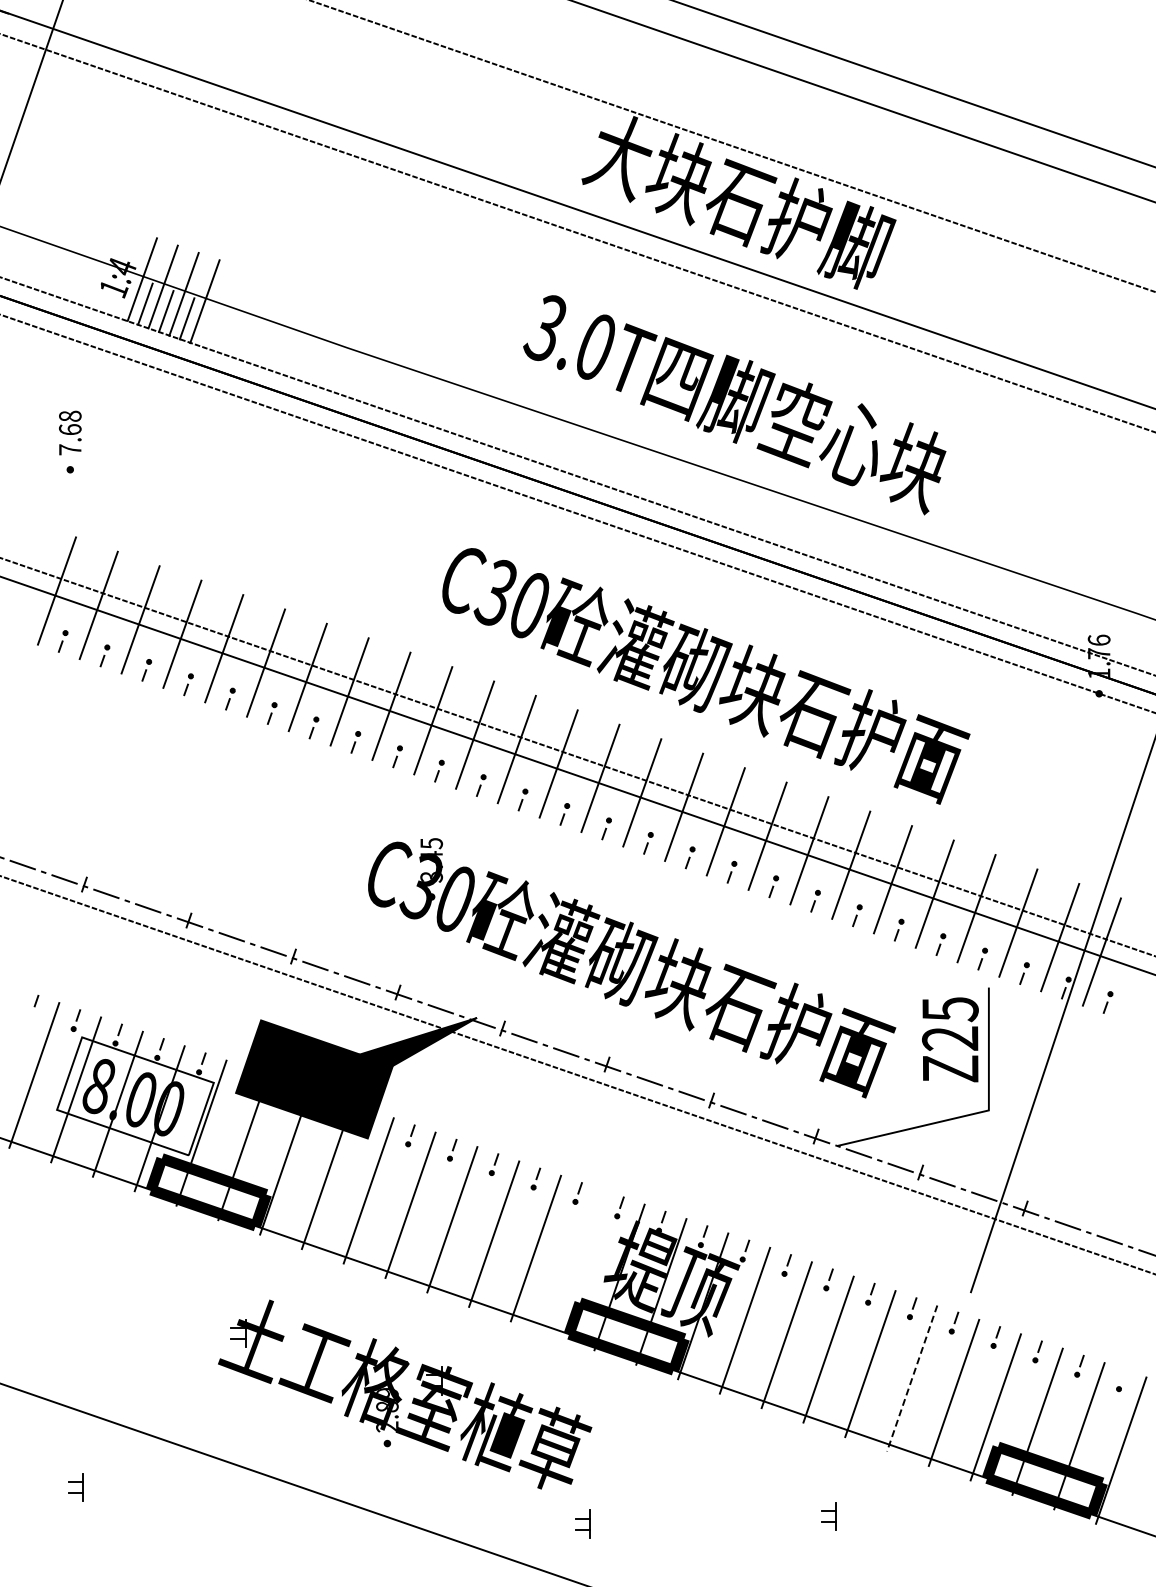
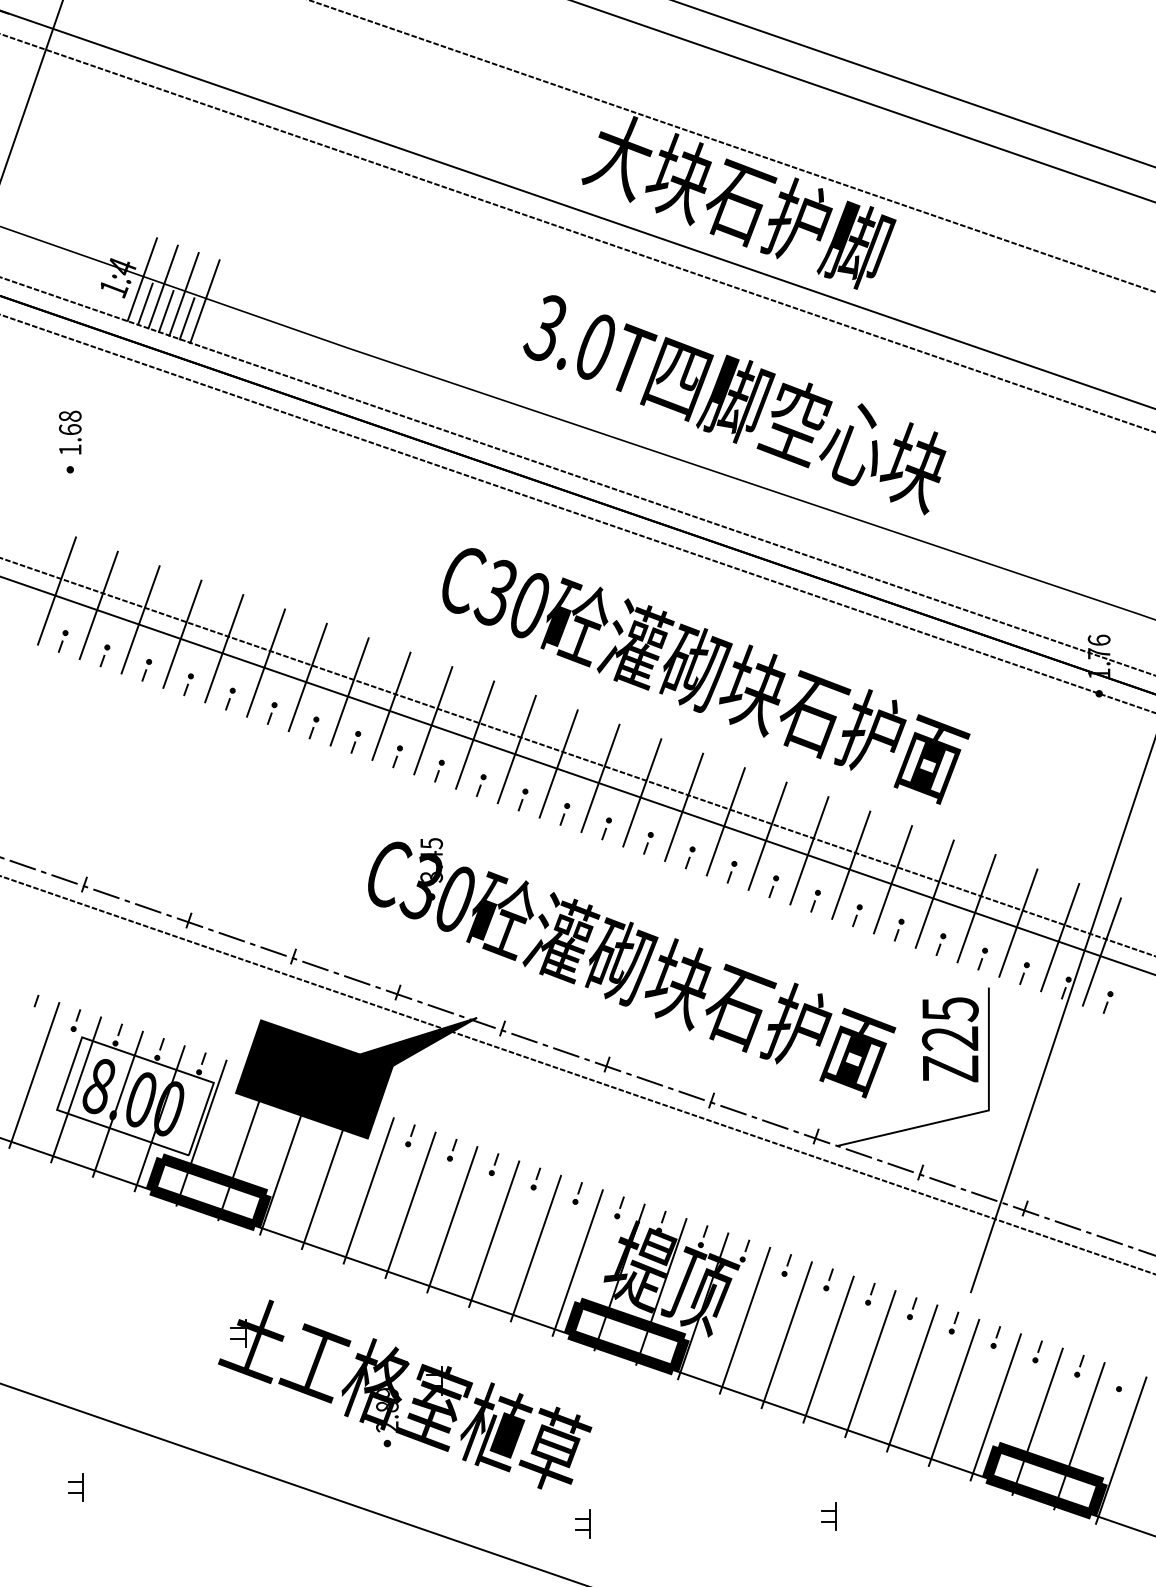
text at (70, 449): 7.68 -> 1.68
line at (577, 1262): none -> present
line at (912, 1378): dashed -> solid
